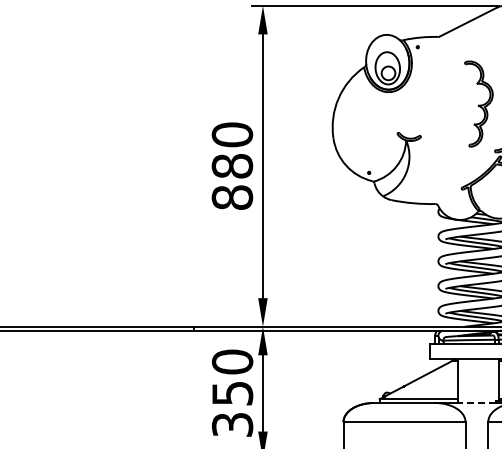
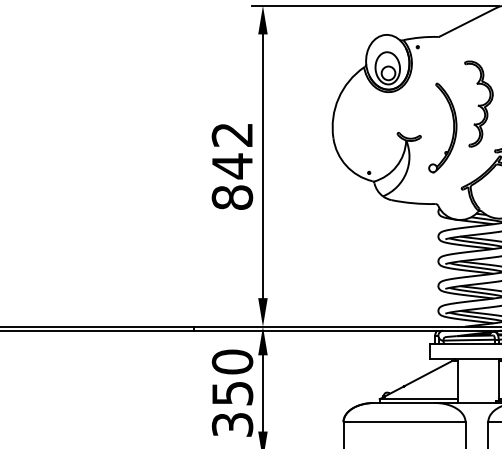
part at (453, 127): none -> present
text at (232, 150): 880 -> 842
line at (476, 402): dashed -> solid
